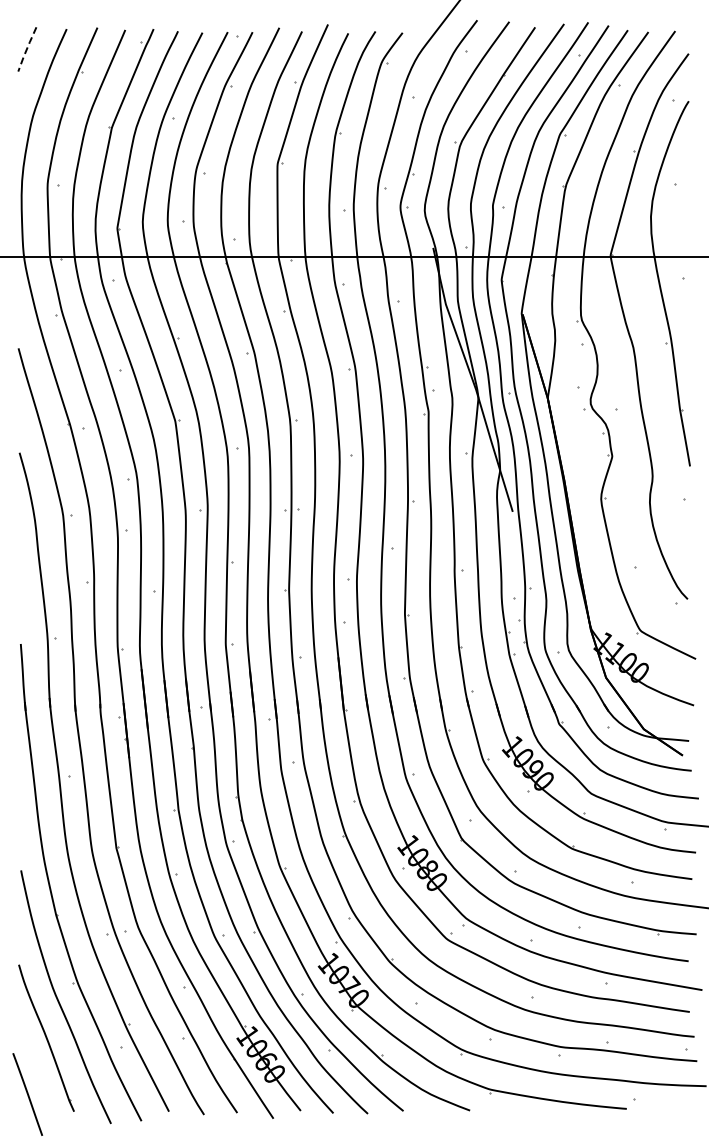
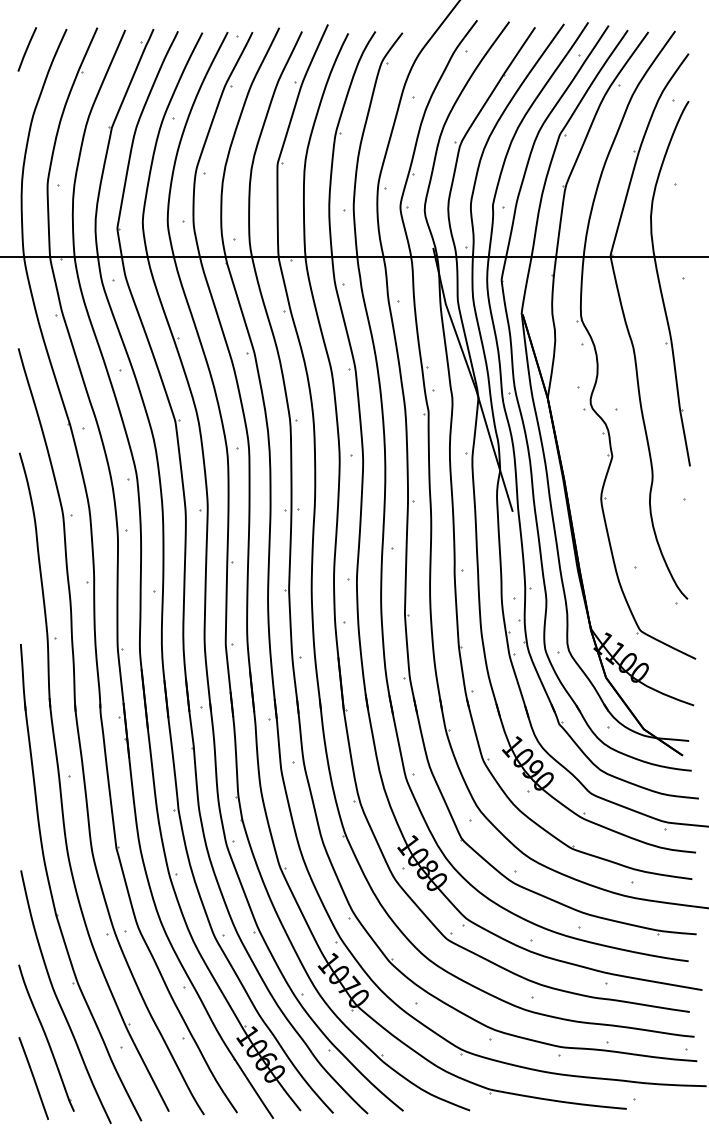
line at (26, 49): dashed -> solid
line at (27, 1094) position: (27, 1094) -> (33, 1078)
